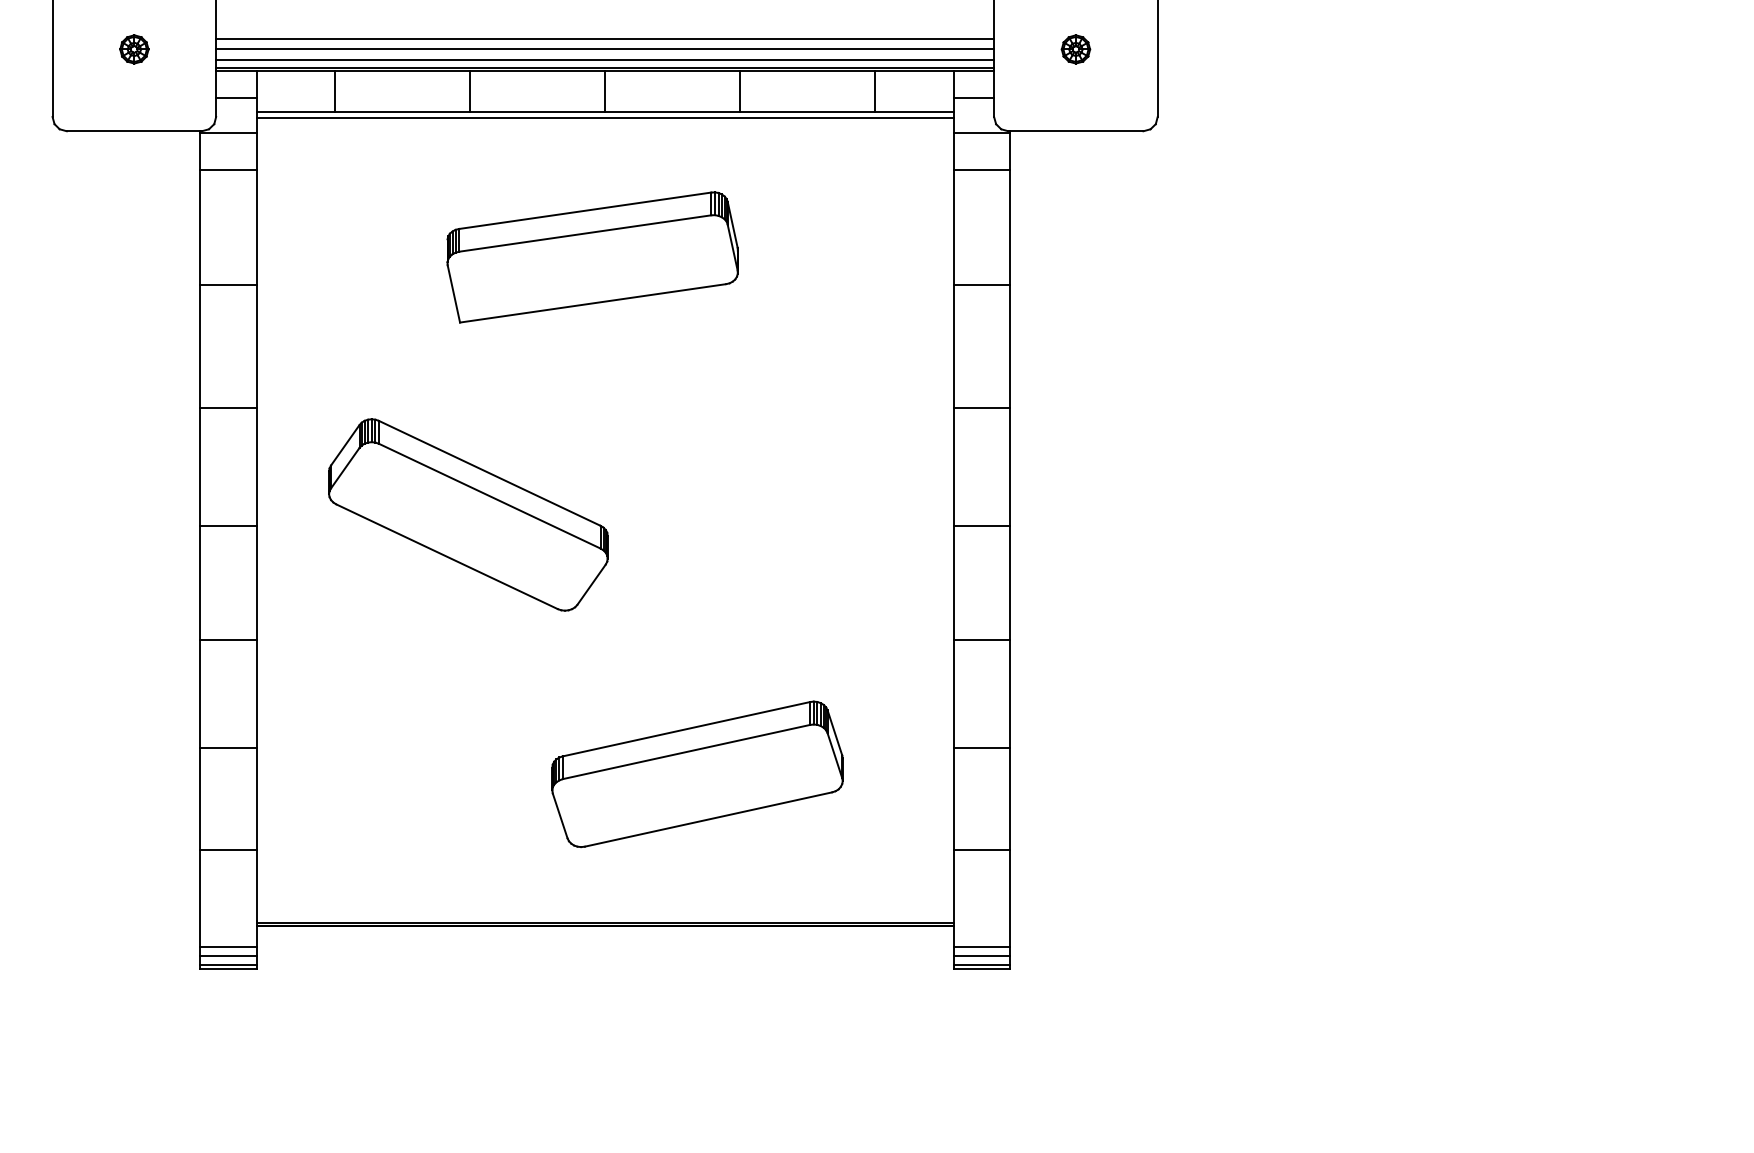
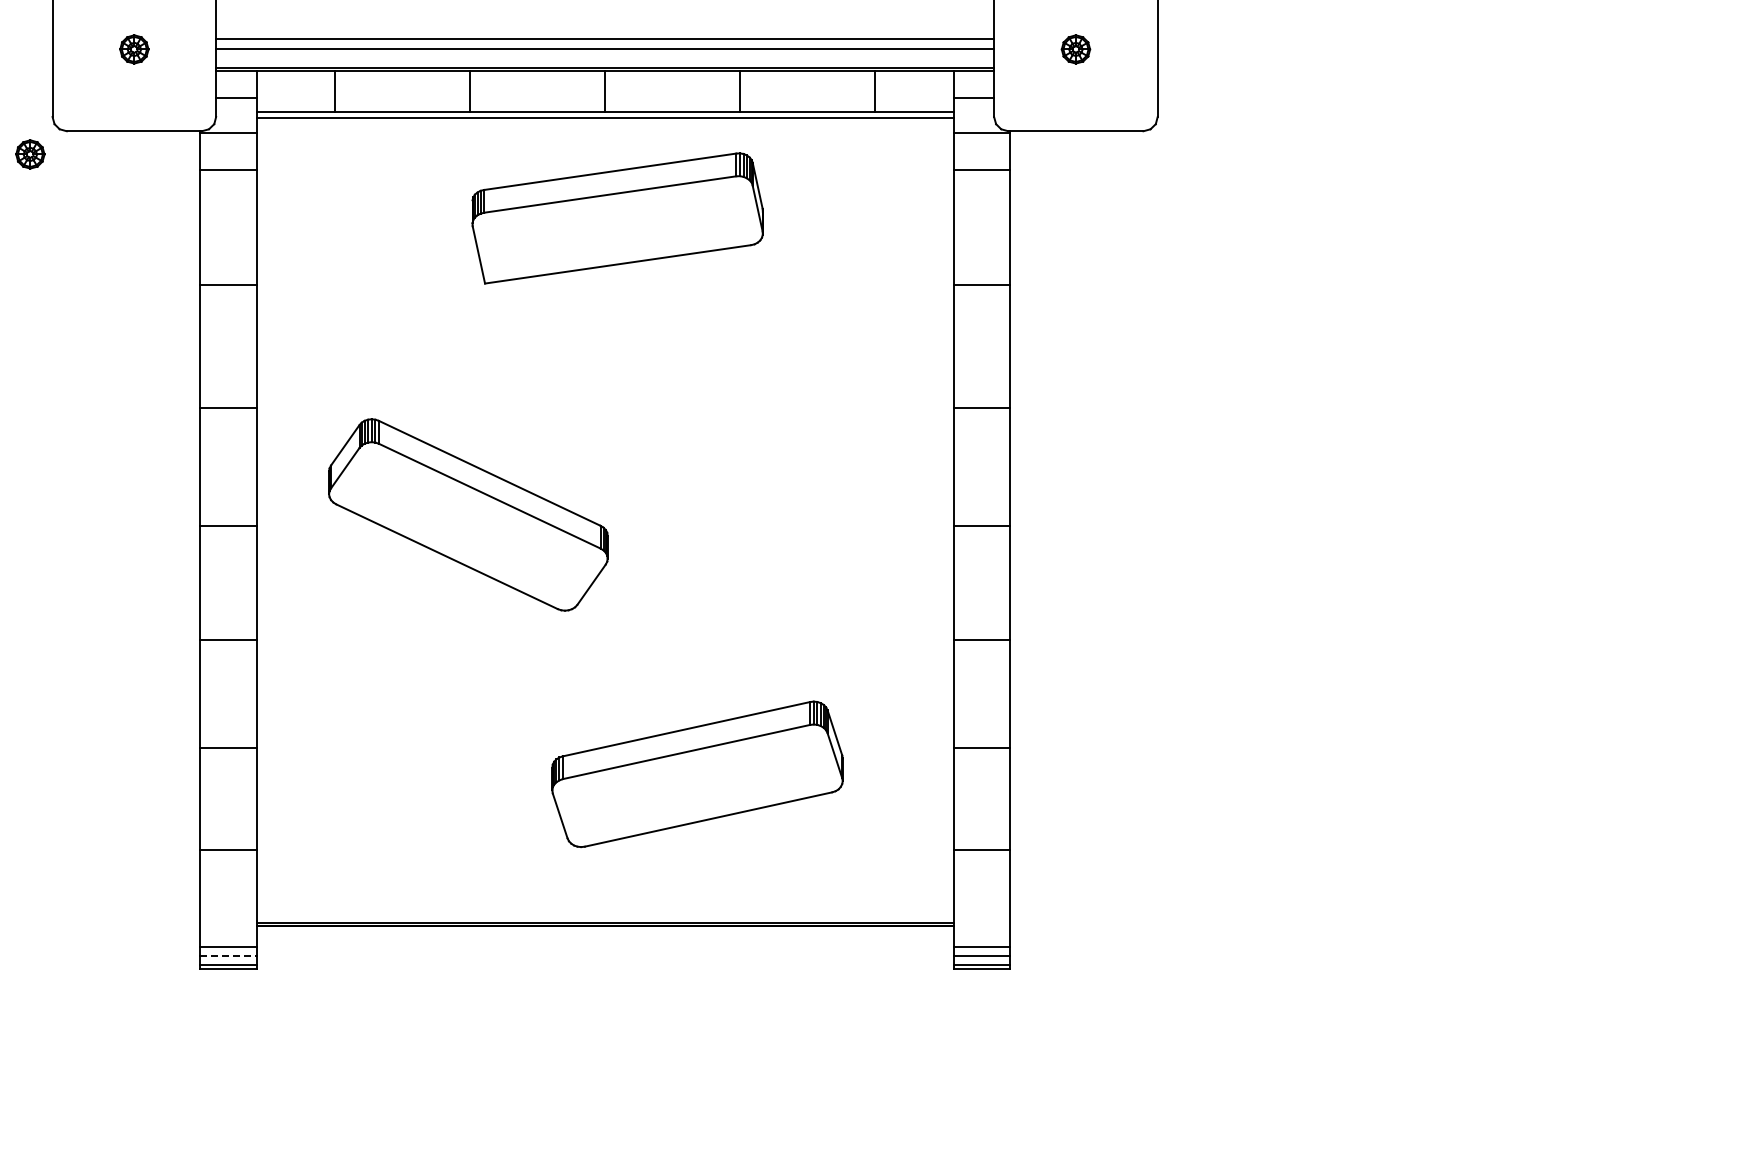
line at (605, 60): present -> none
part at (30, 154): none -> present
part at (592, 257) position: (592, 257) -> (617, 218)
line at (228, 956): solid -> dashed
